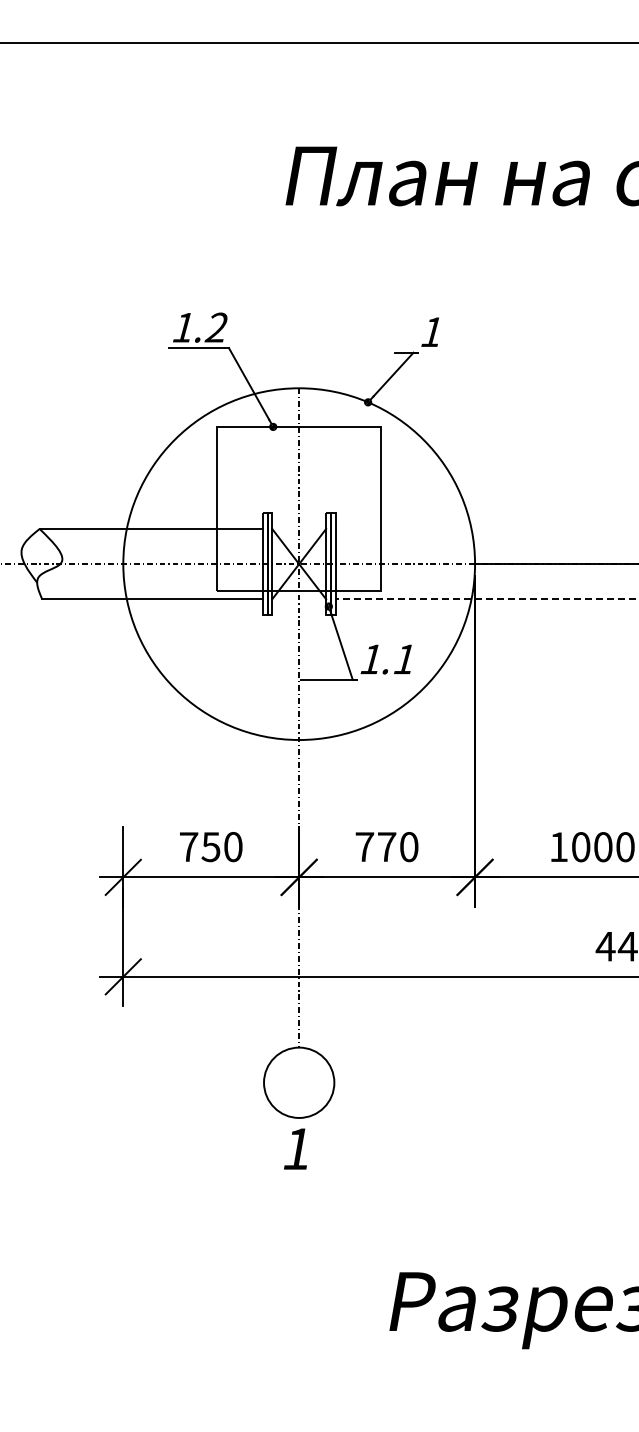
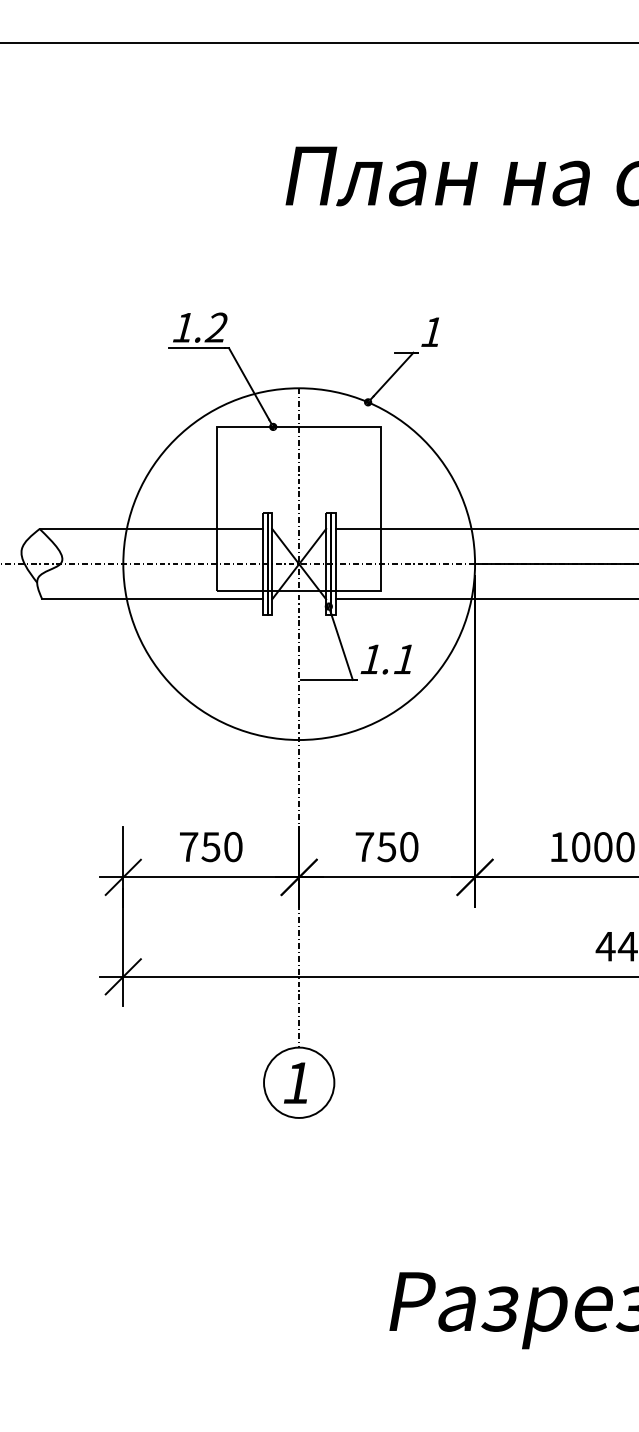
line at (485, 528): none -> present
line at (486, 599): dashed -> solid
text at (386, 847): 770 -> 750
text at (295, 1148) position: (295, 1148) -> (295, 1082)
